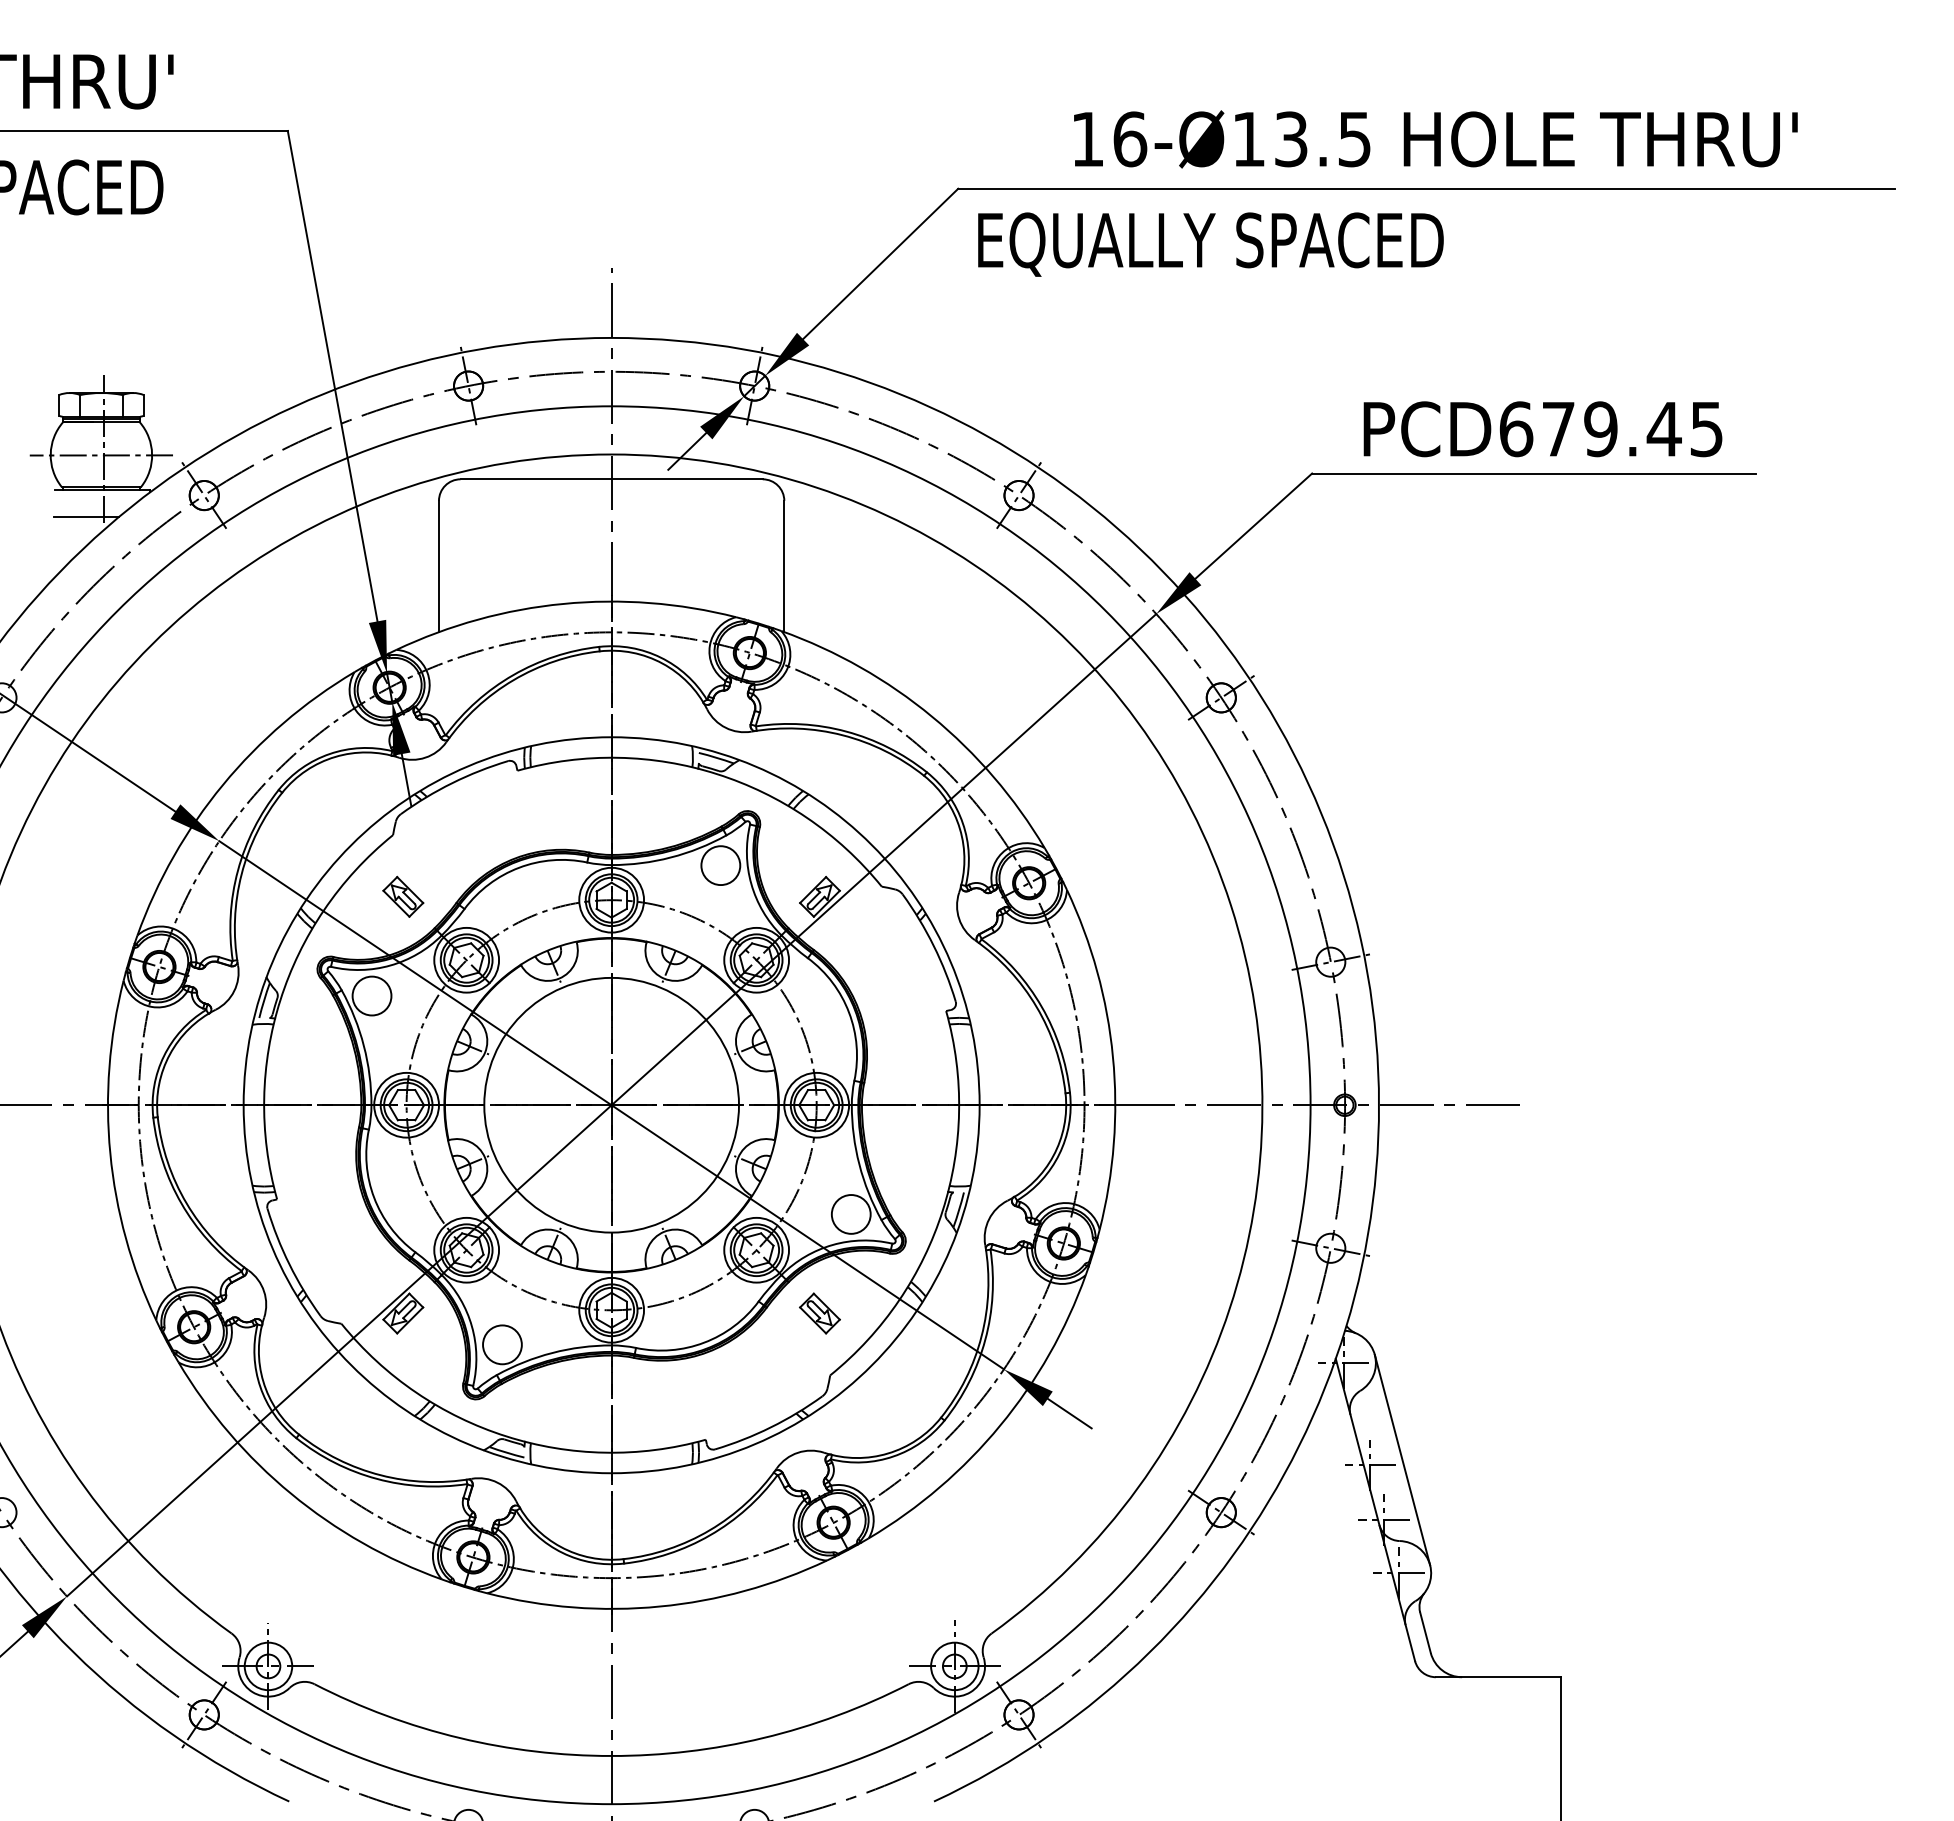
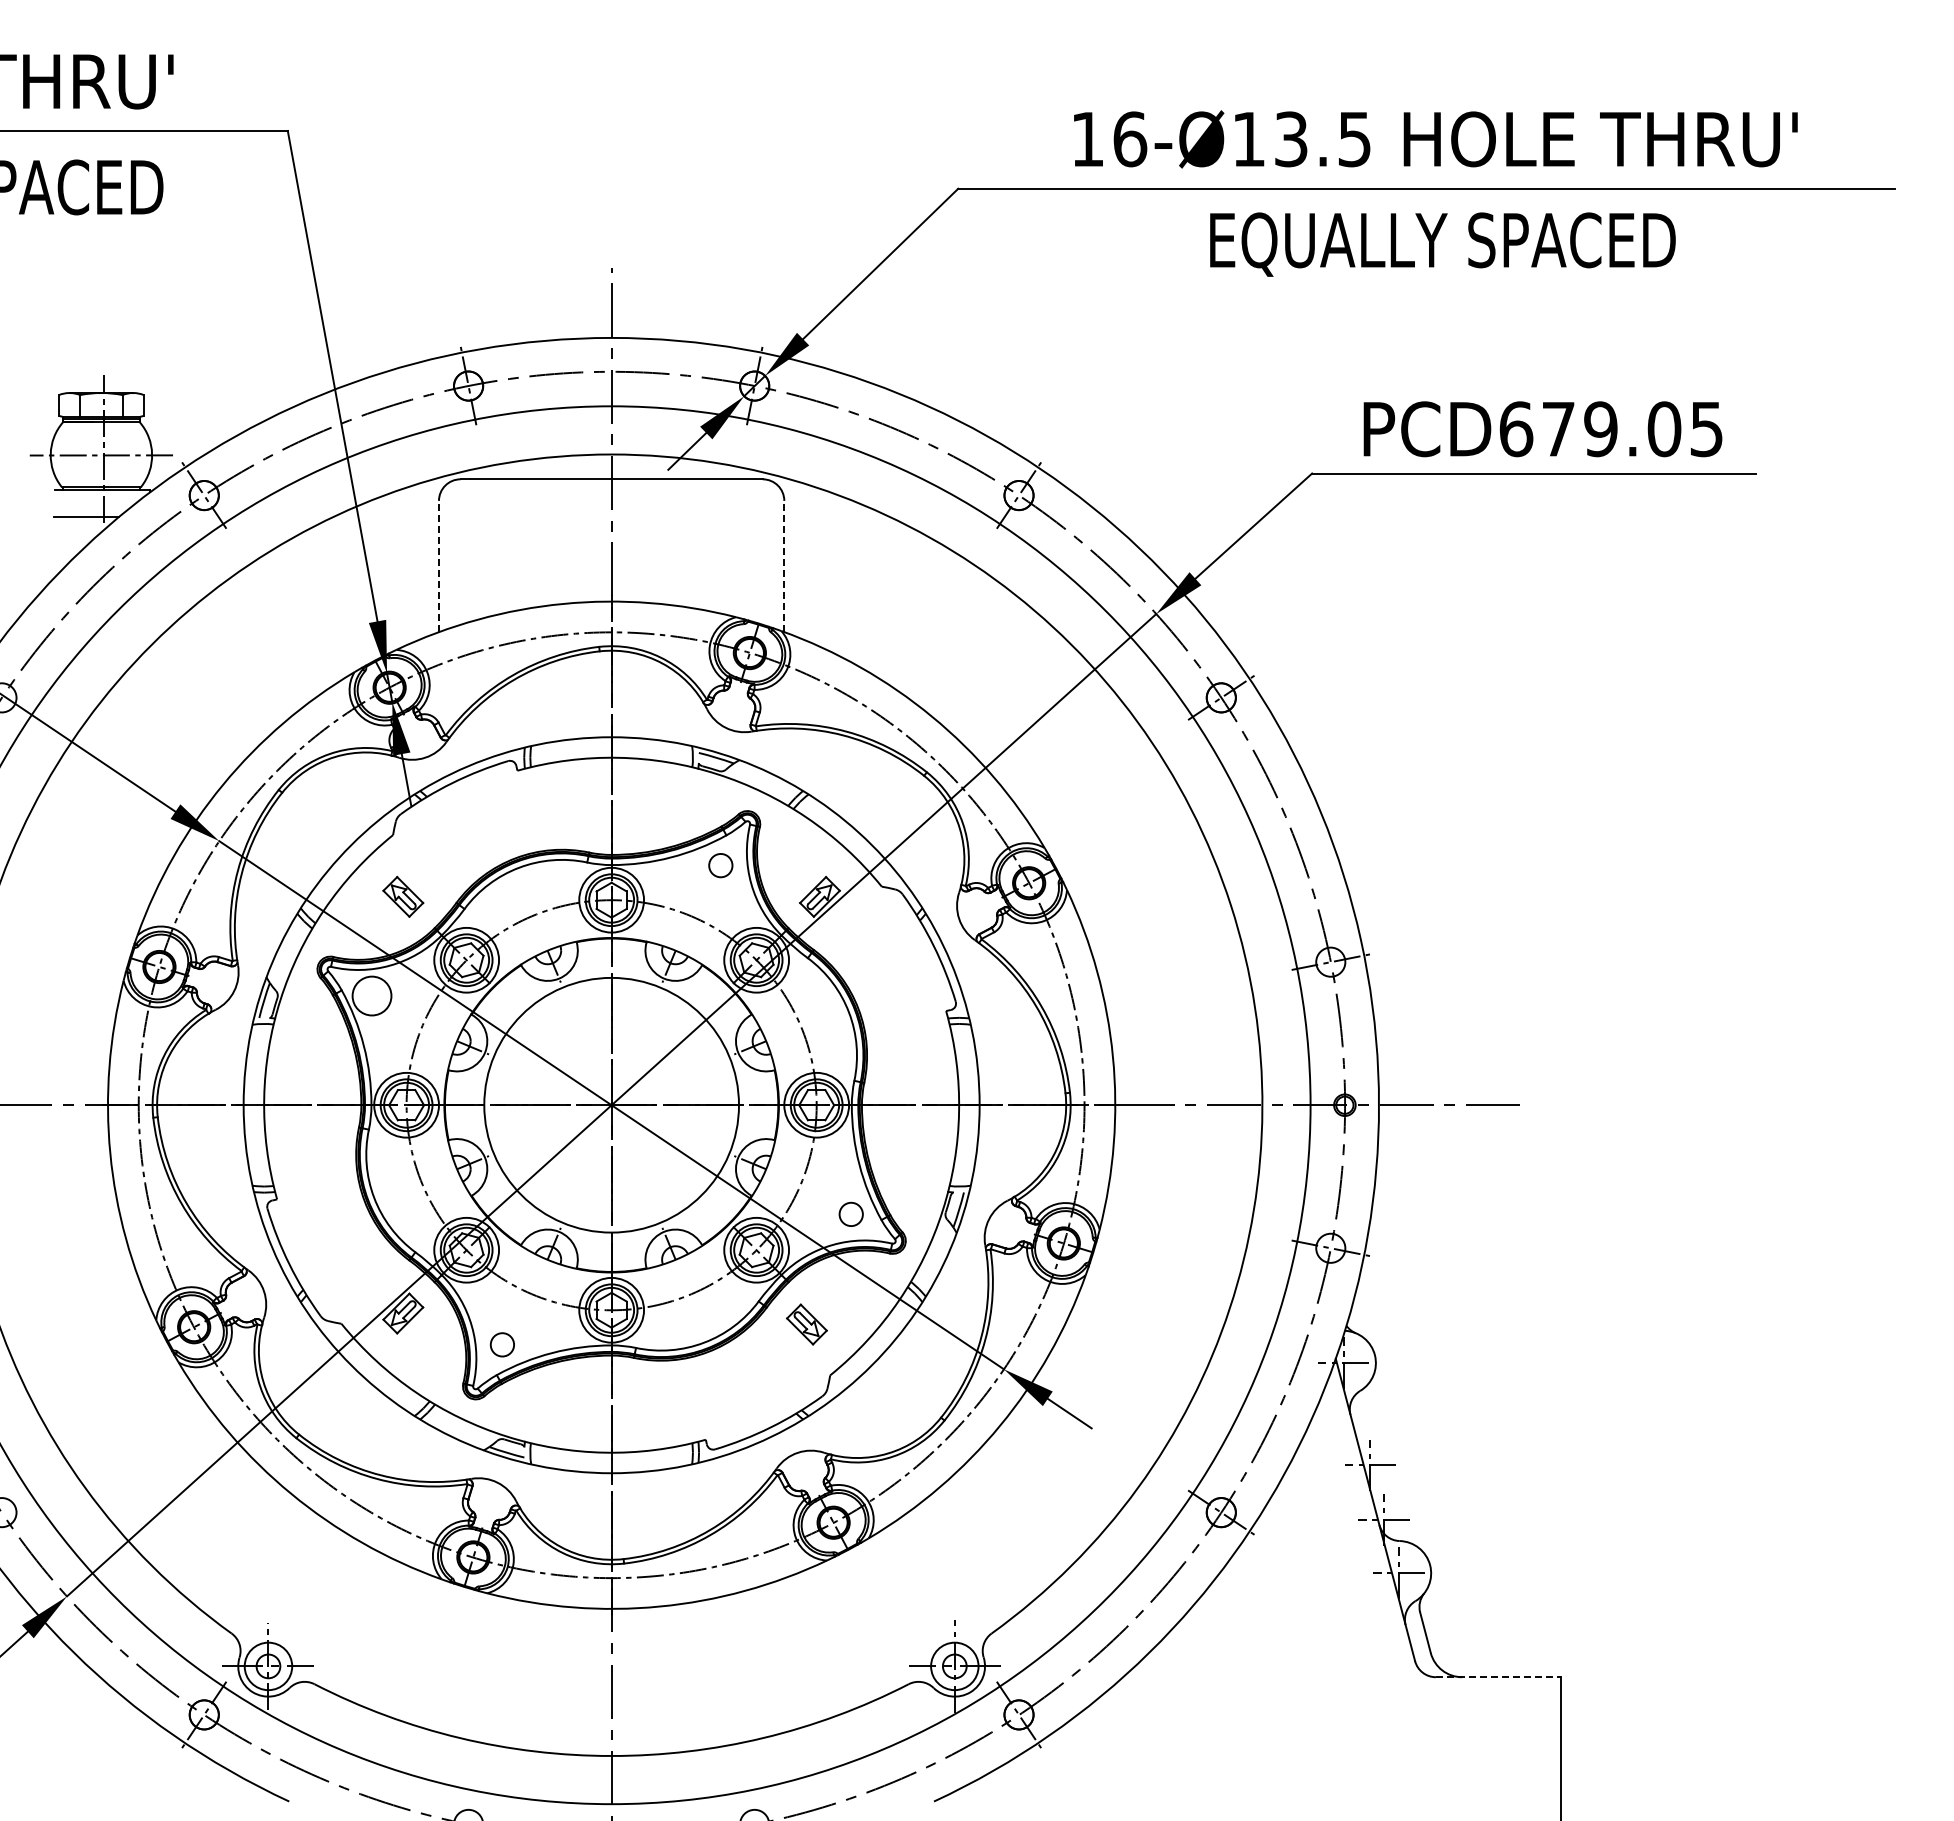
text at (1210, 244) position: (1210, 244) -> (1442, 244)
text at (1663, 429): PCD679.45 -> PCD679.05
line at (438, 566): solid -> dashed
line at (784, 566): solid -> dashed
circle at (720, 865) diameter: 39 px -> 23 px
circle at (850, 1214) diameter: 39 px -> 23 px
part at (819, 1313) position: (819, 1313) -> (806, 1324)
circle at (502, 1344) diameter: 39 px -> 23 px
line at (1402, 1459): present -> none
line at (1498, 1677): solid -> dashed
